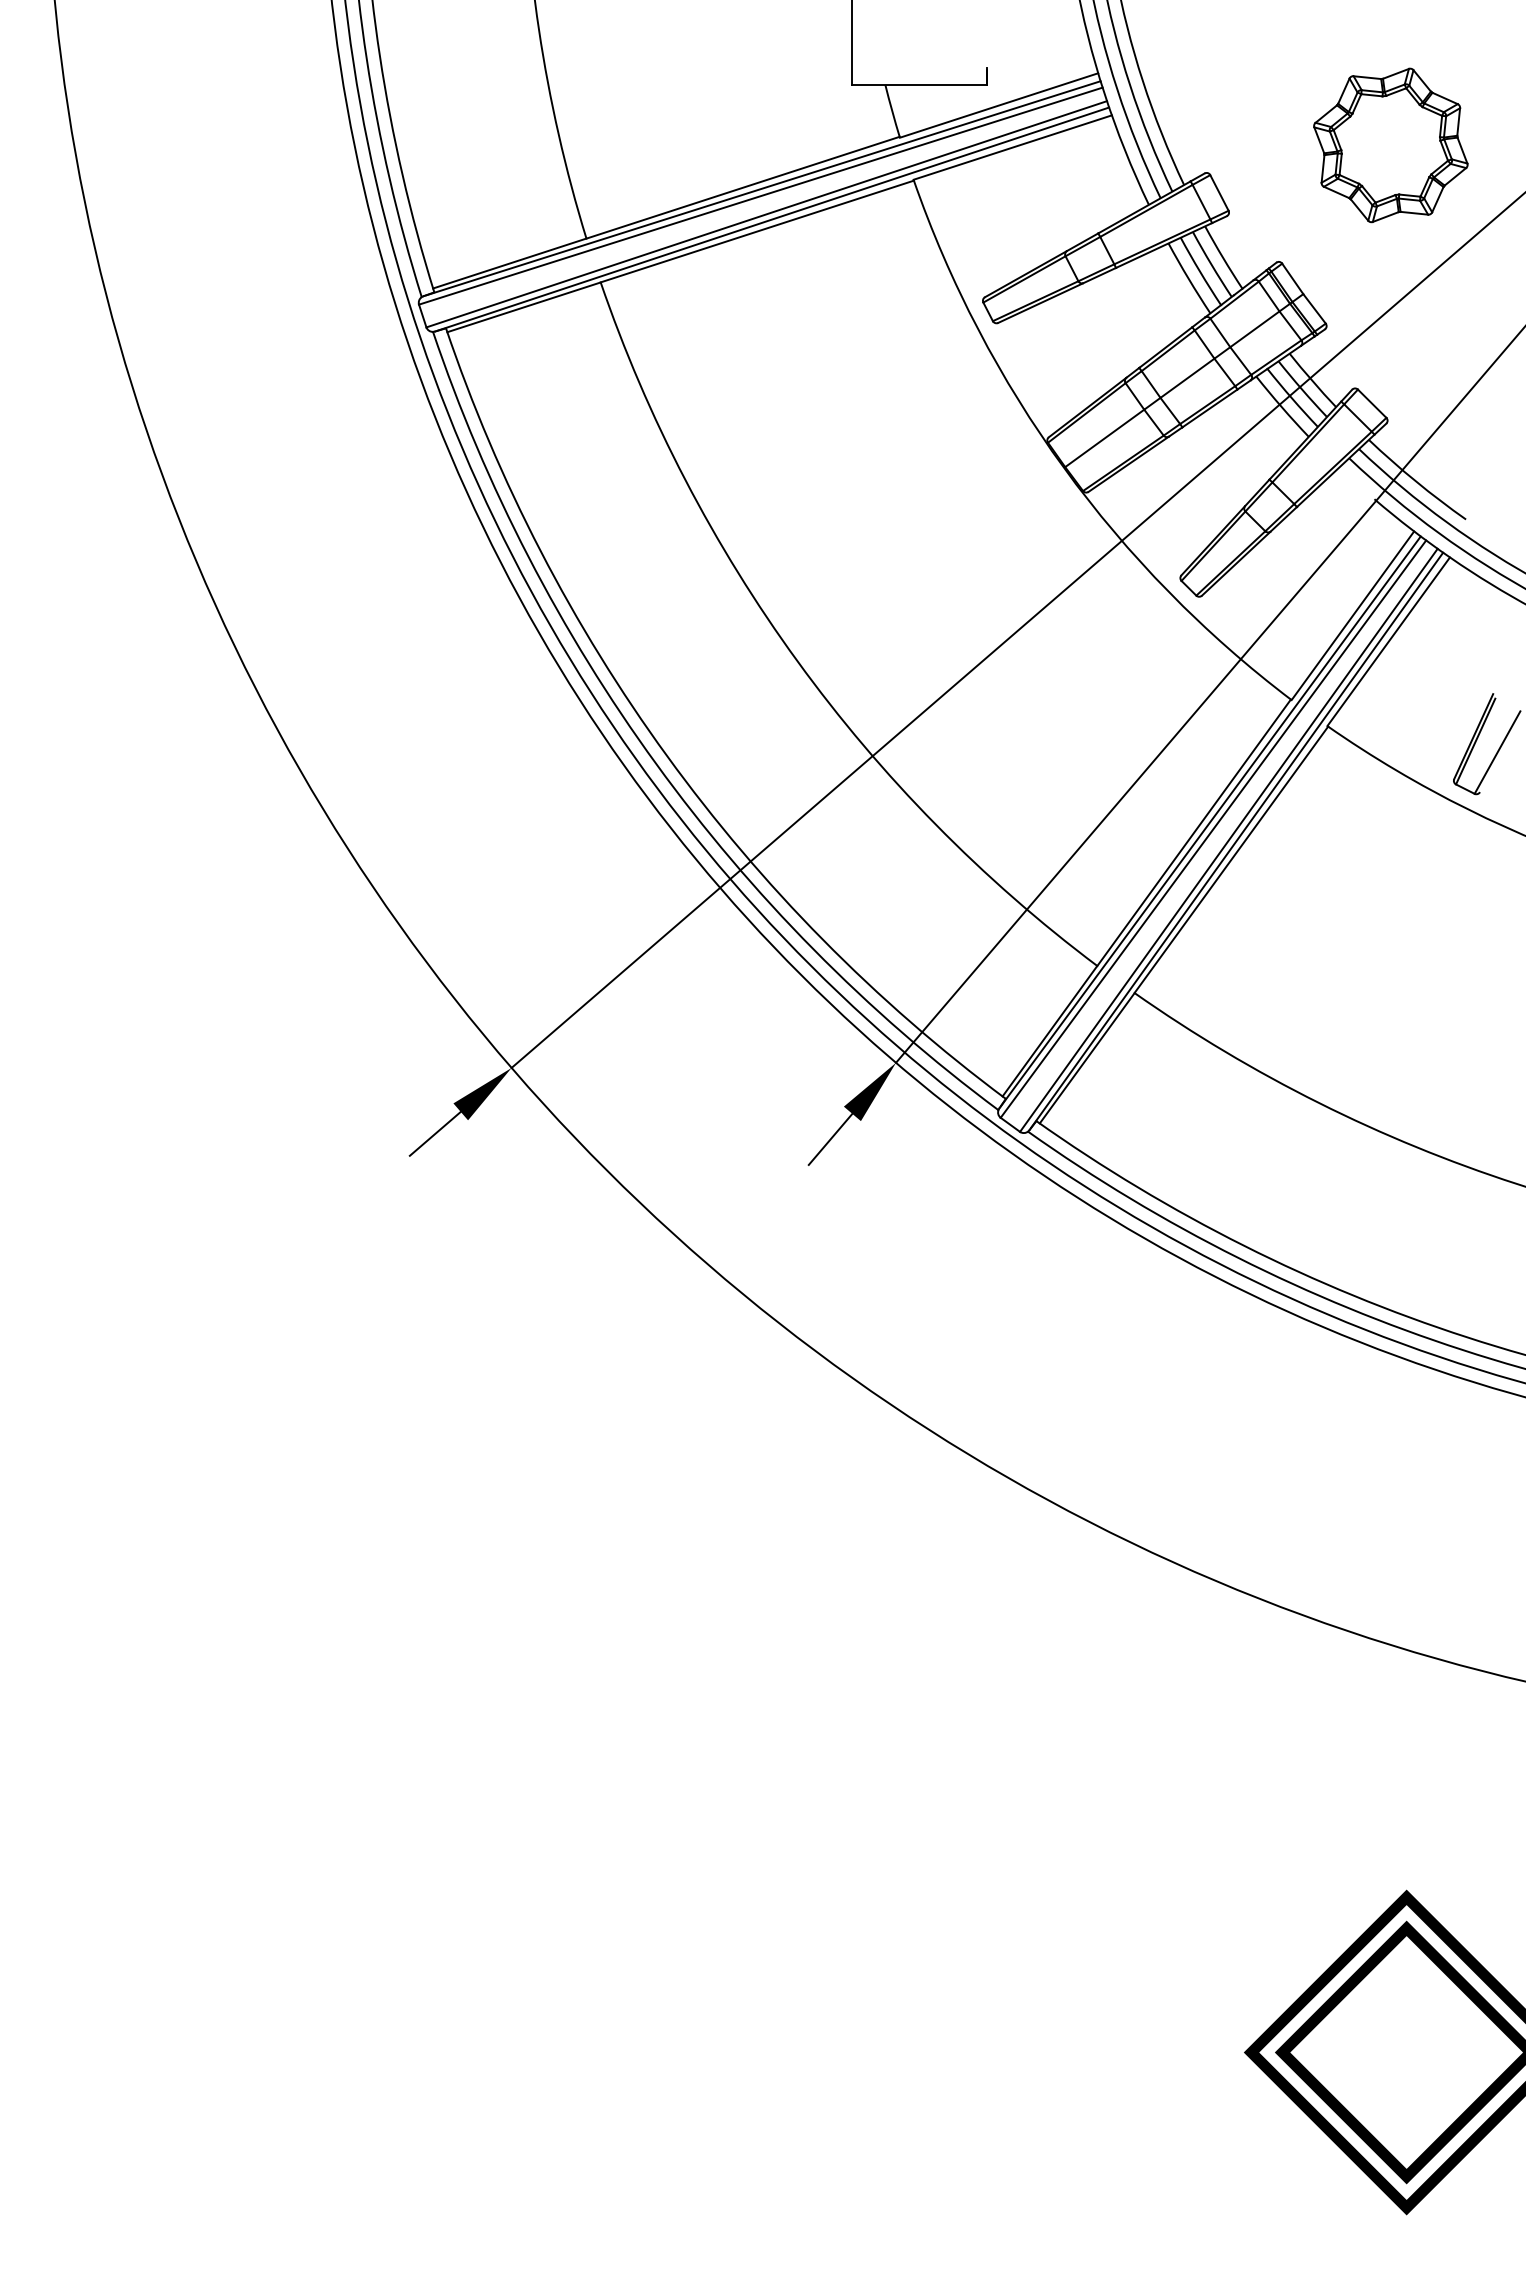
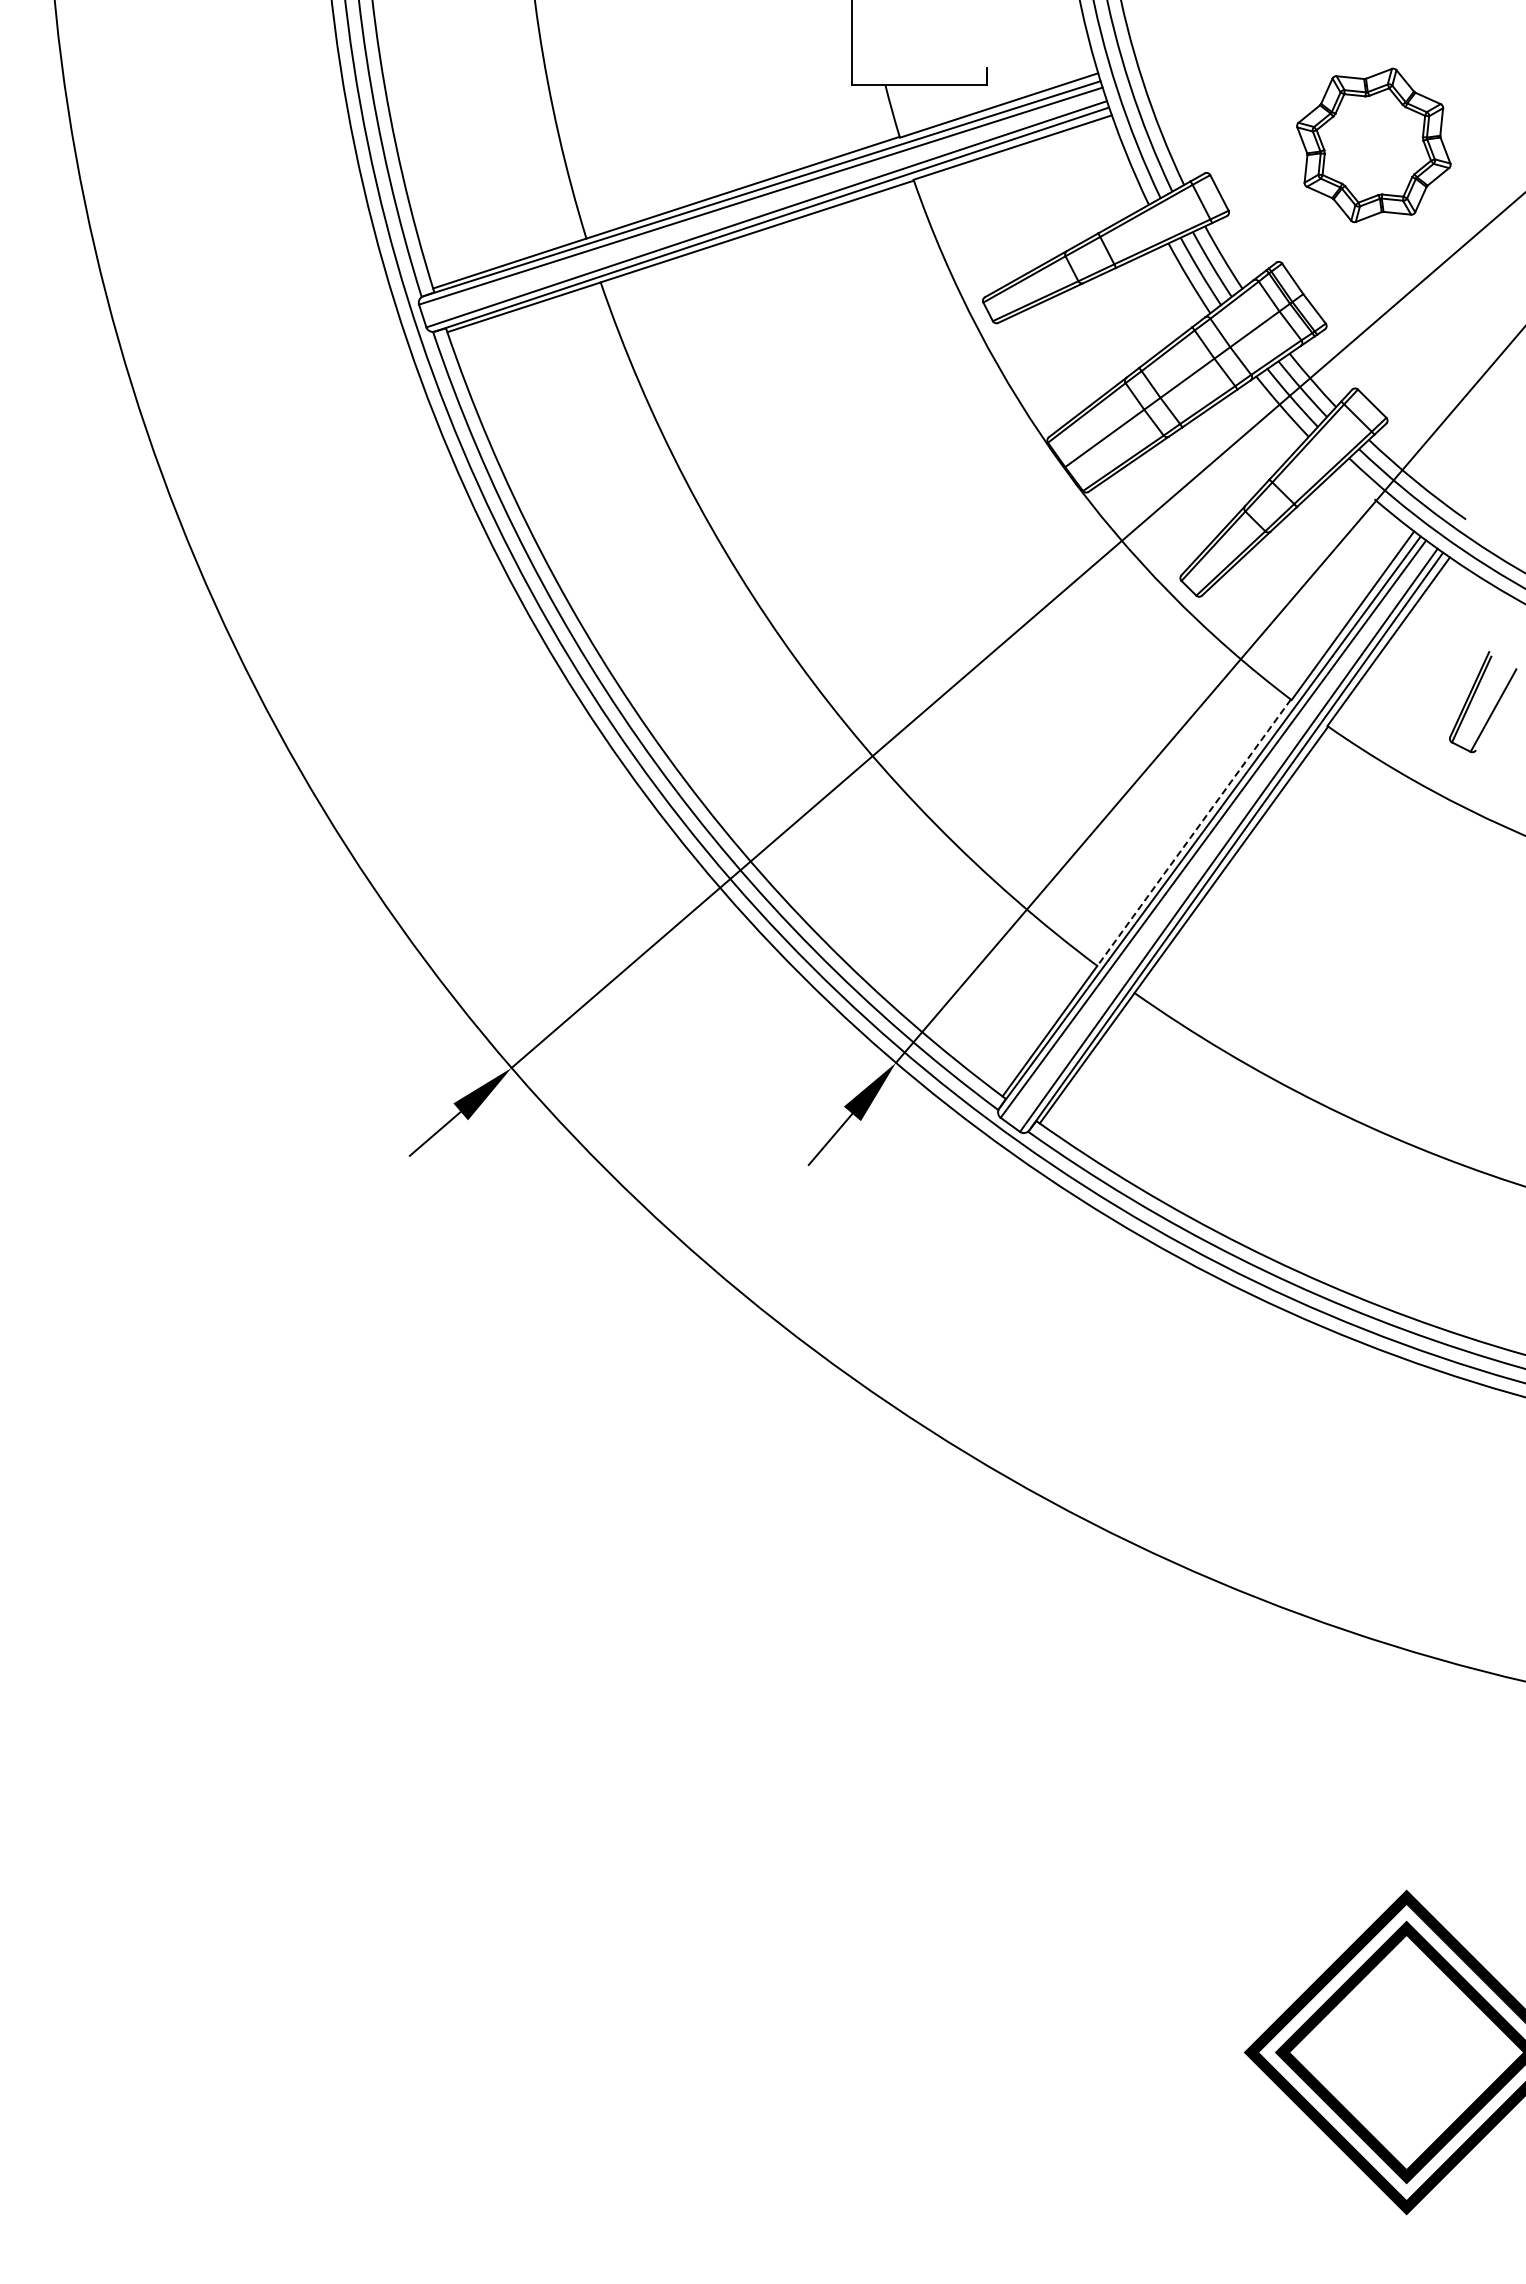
part at (1390, 145) position: (1390, 145) -> (1373, 145)
part at (1477, 740) position: (1477, 740) -> (1473, 698)
line at (1194, 832): solid -> dashed
